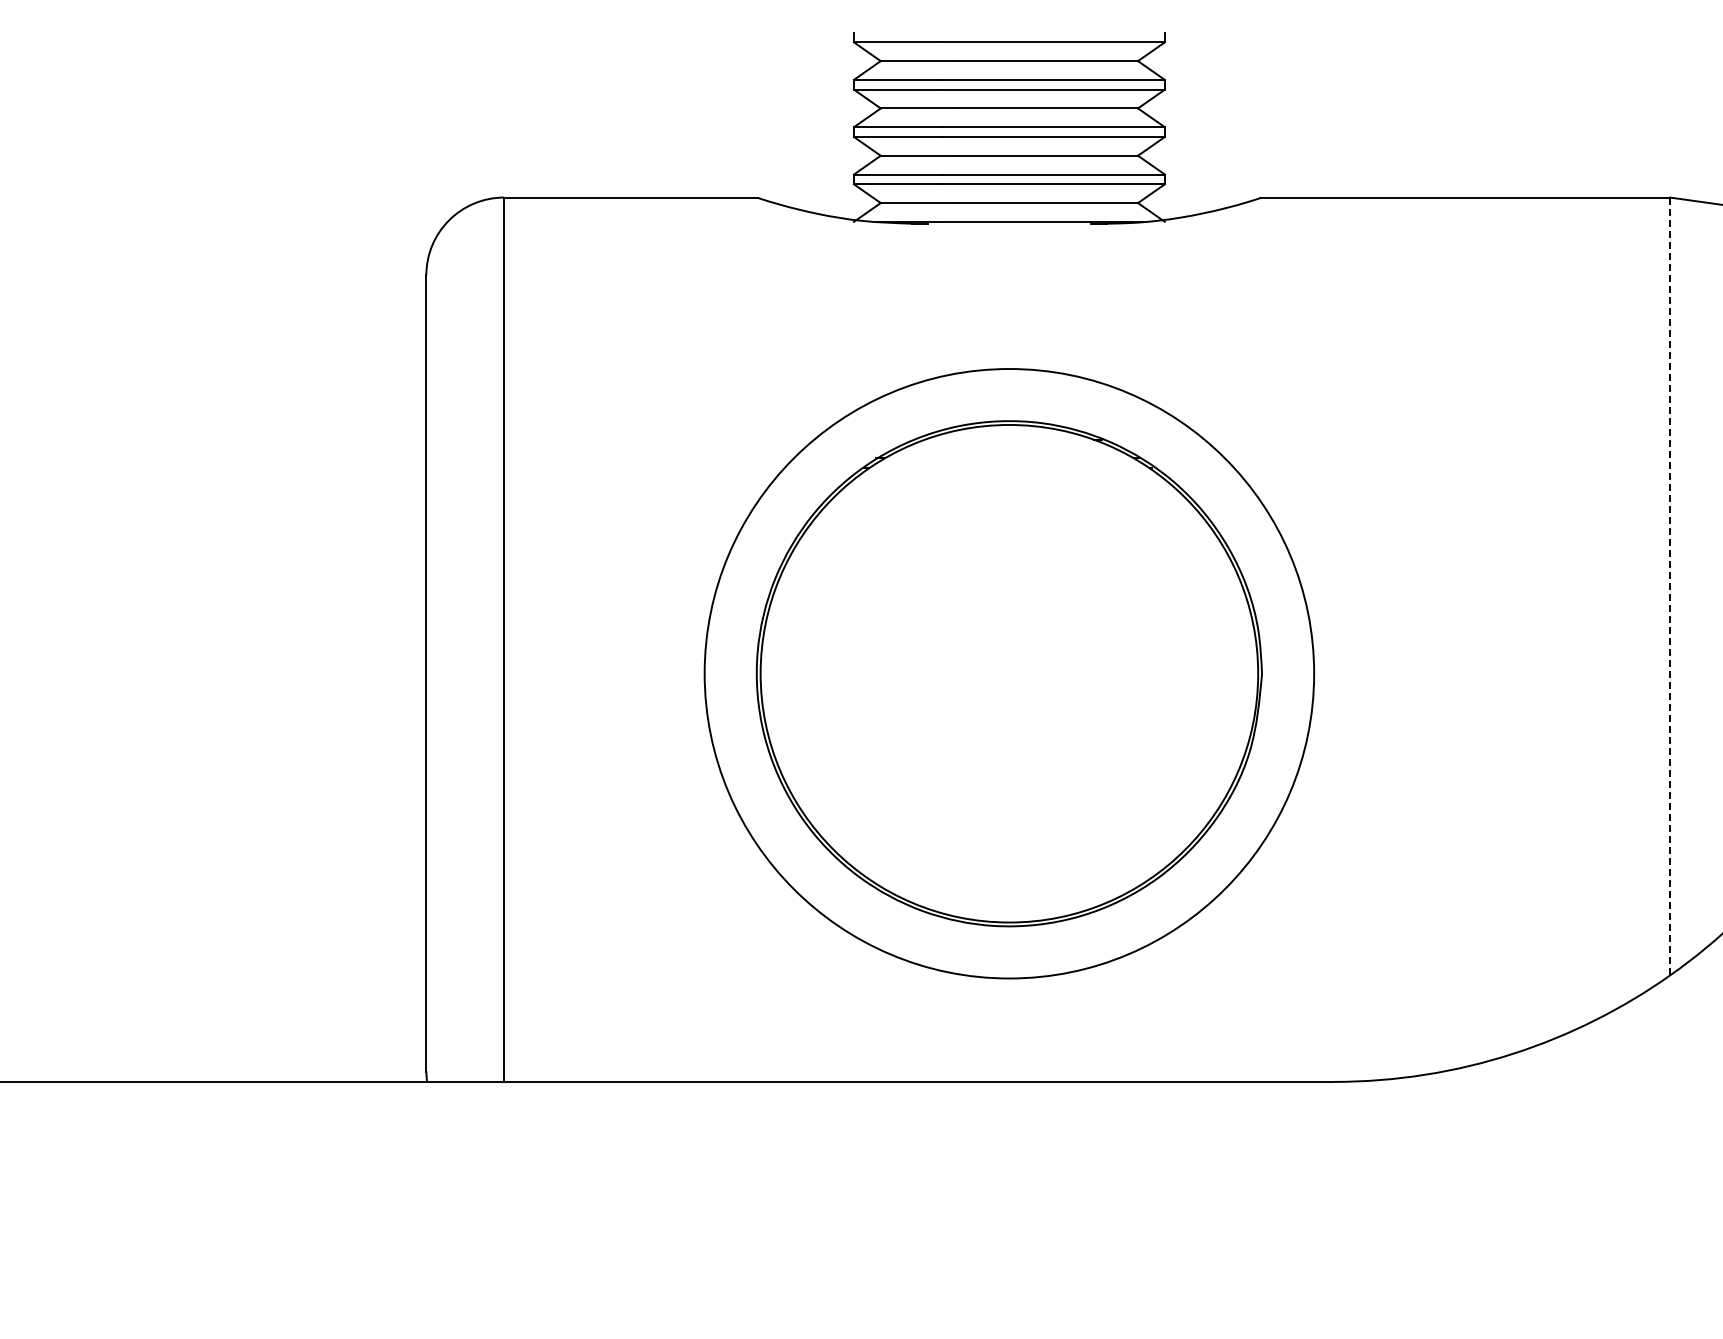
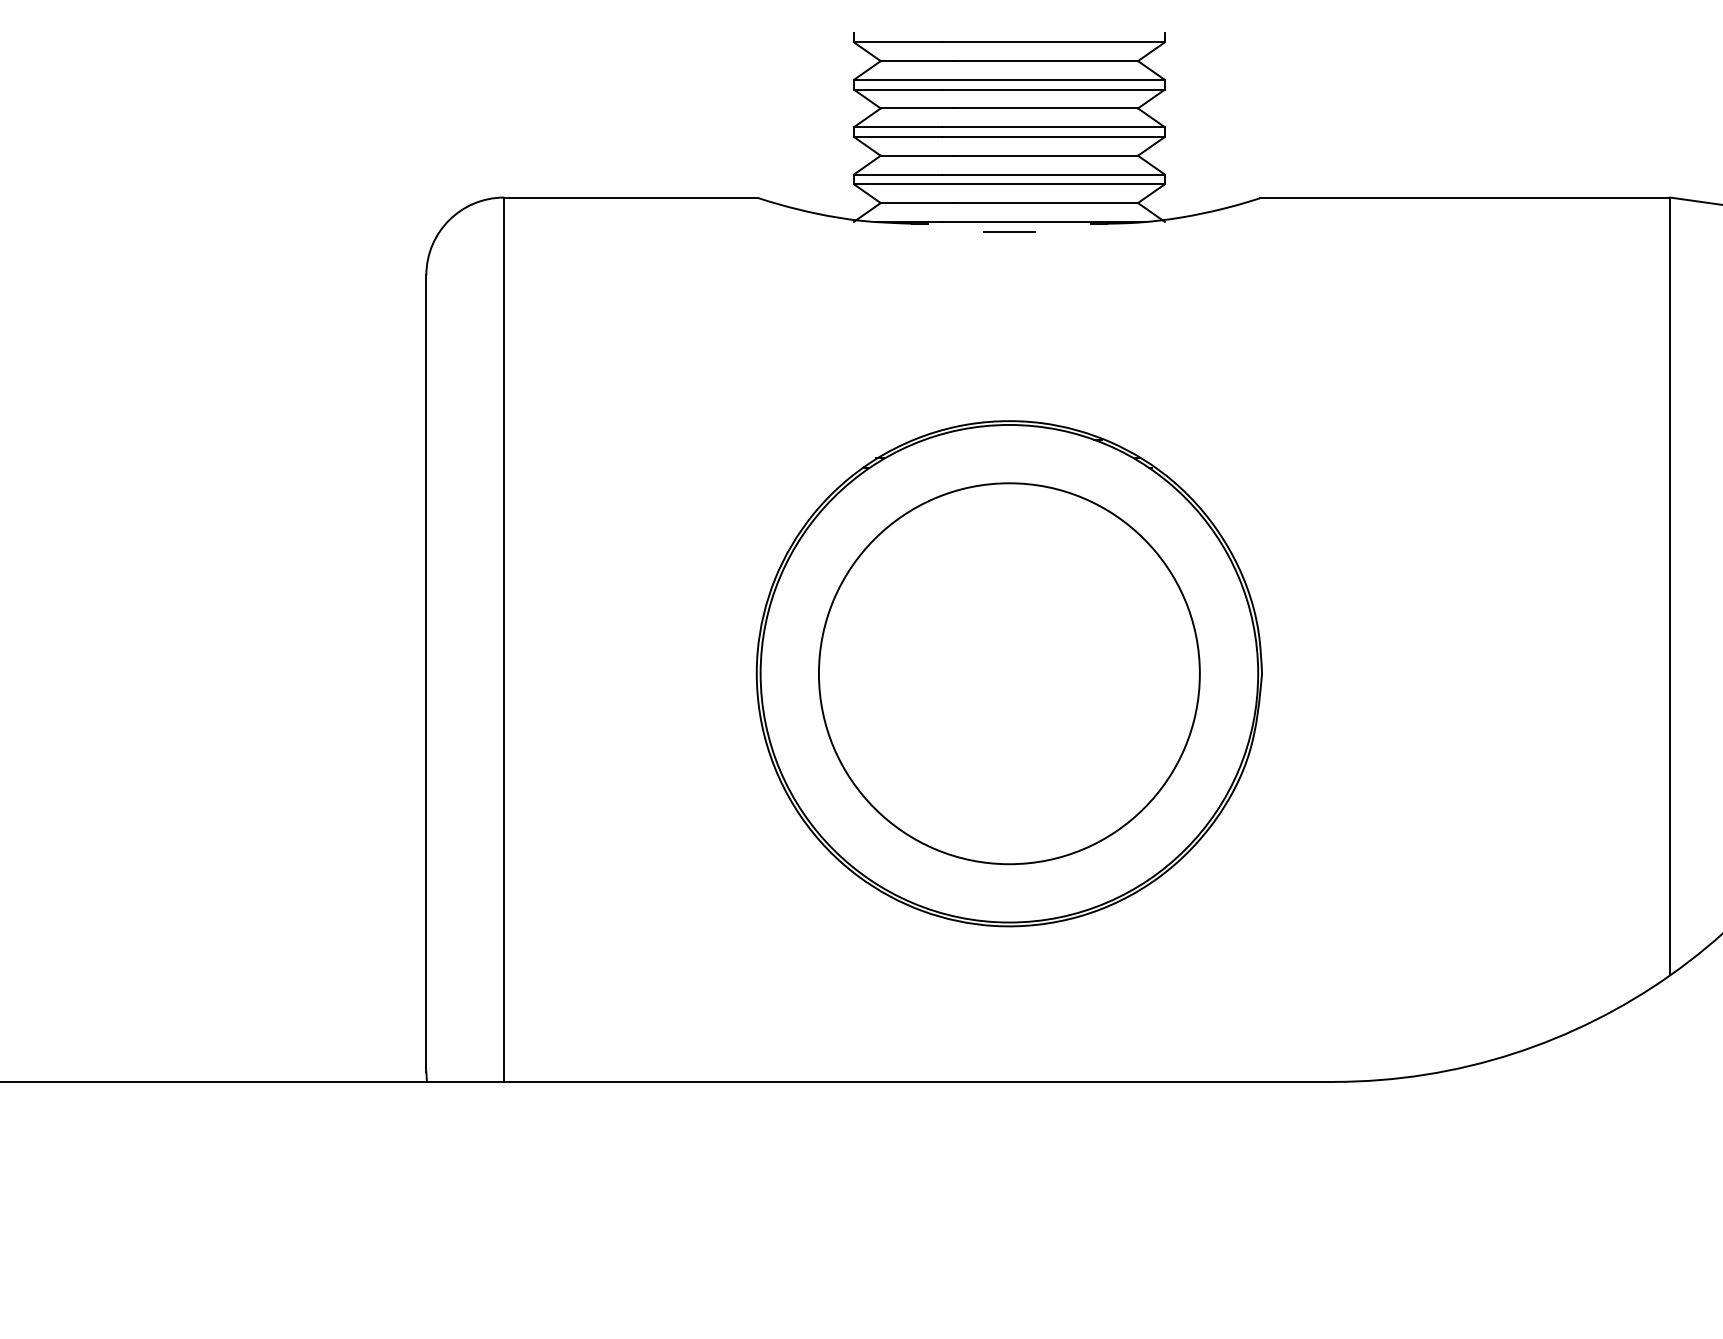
line at (1009, 231): none -> present
line at (1670, 586): dashed -> solid
circle at (1009, 673) diameter: 609 px -> 381 px
